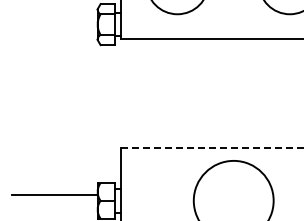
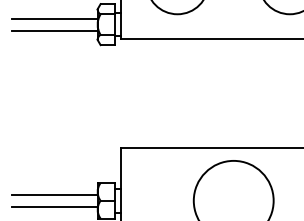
line at (54, 18): none -> present
line at (54, 30): none -> present
line at (212, 147): dashed -> solid
line at (54, 206): none -> present
